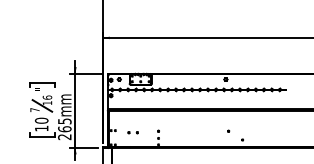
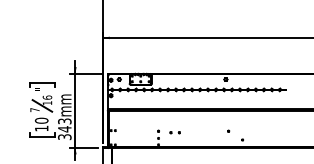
text at (64, 129): 265mm -> 343mm
part at (132, 132) position: (132, 132) -> (174, 132)
